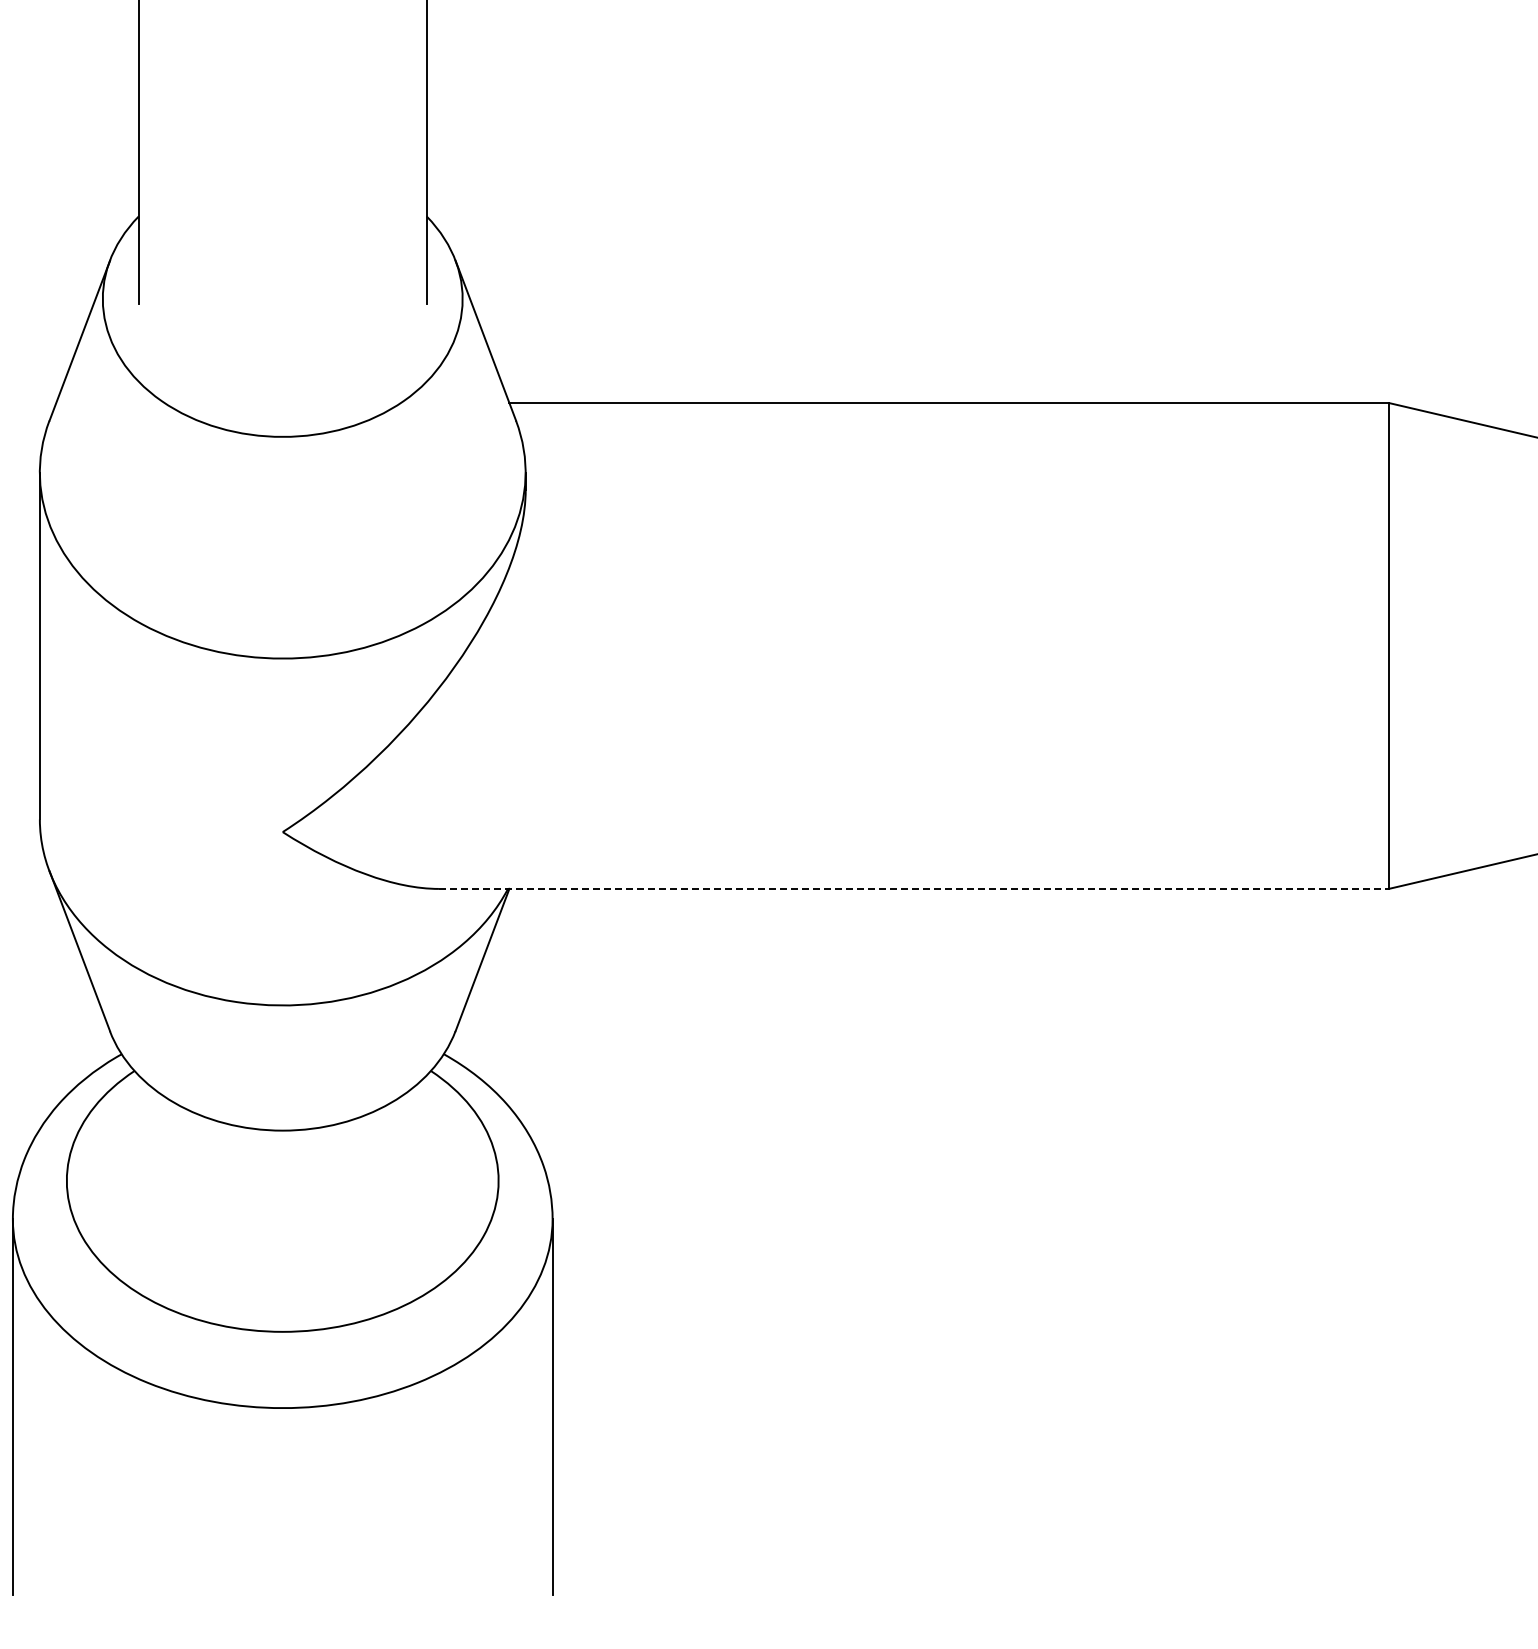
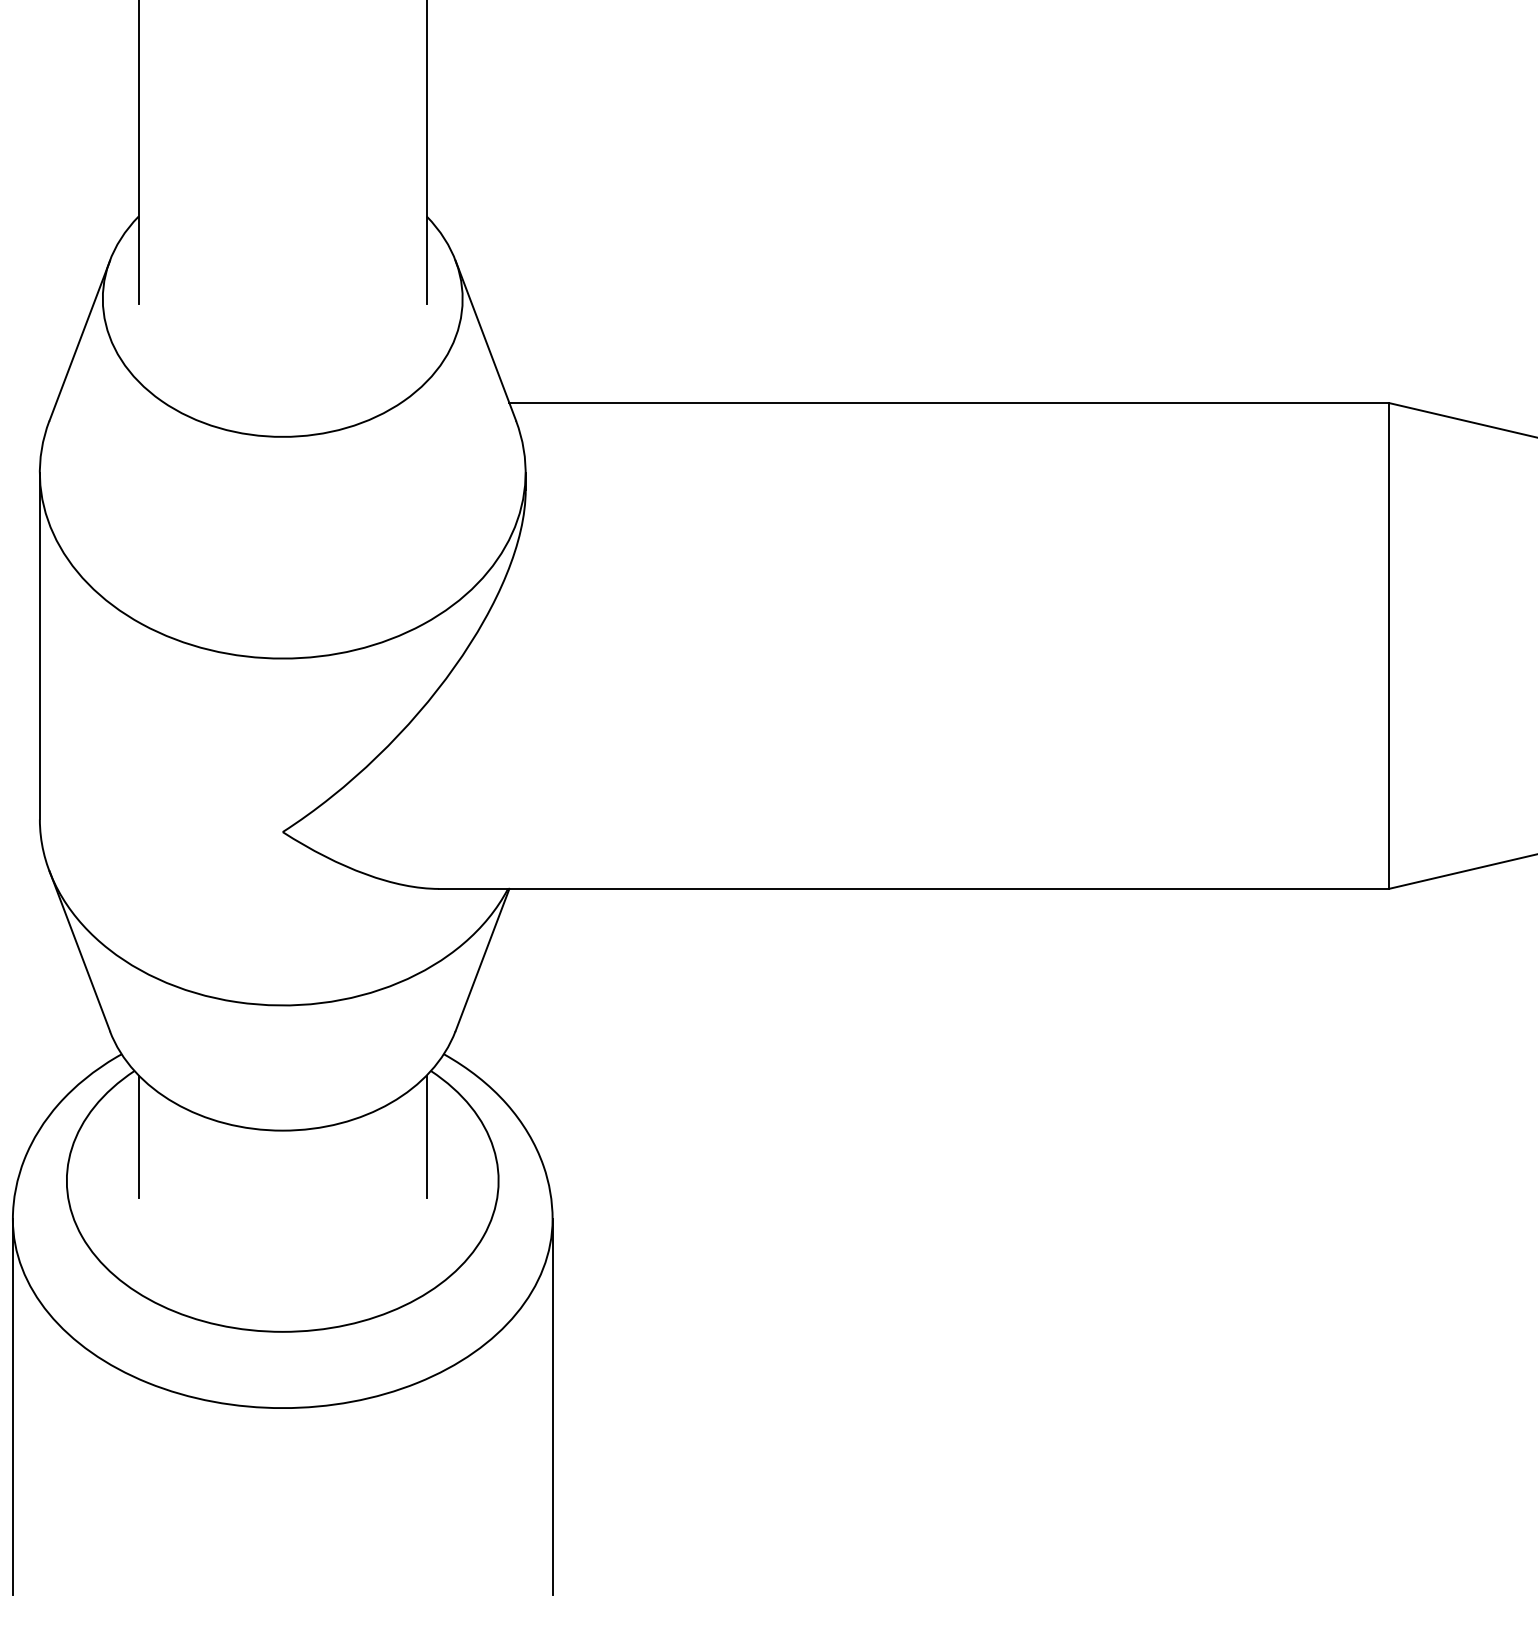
line at (914, 888): dashed -> solid
line at (138, 1136): none -> present
line at (426, 1136): none -> present
